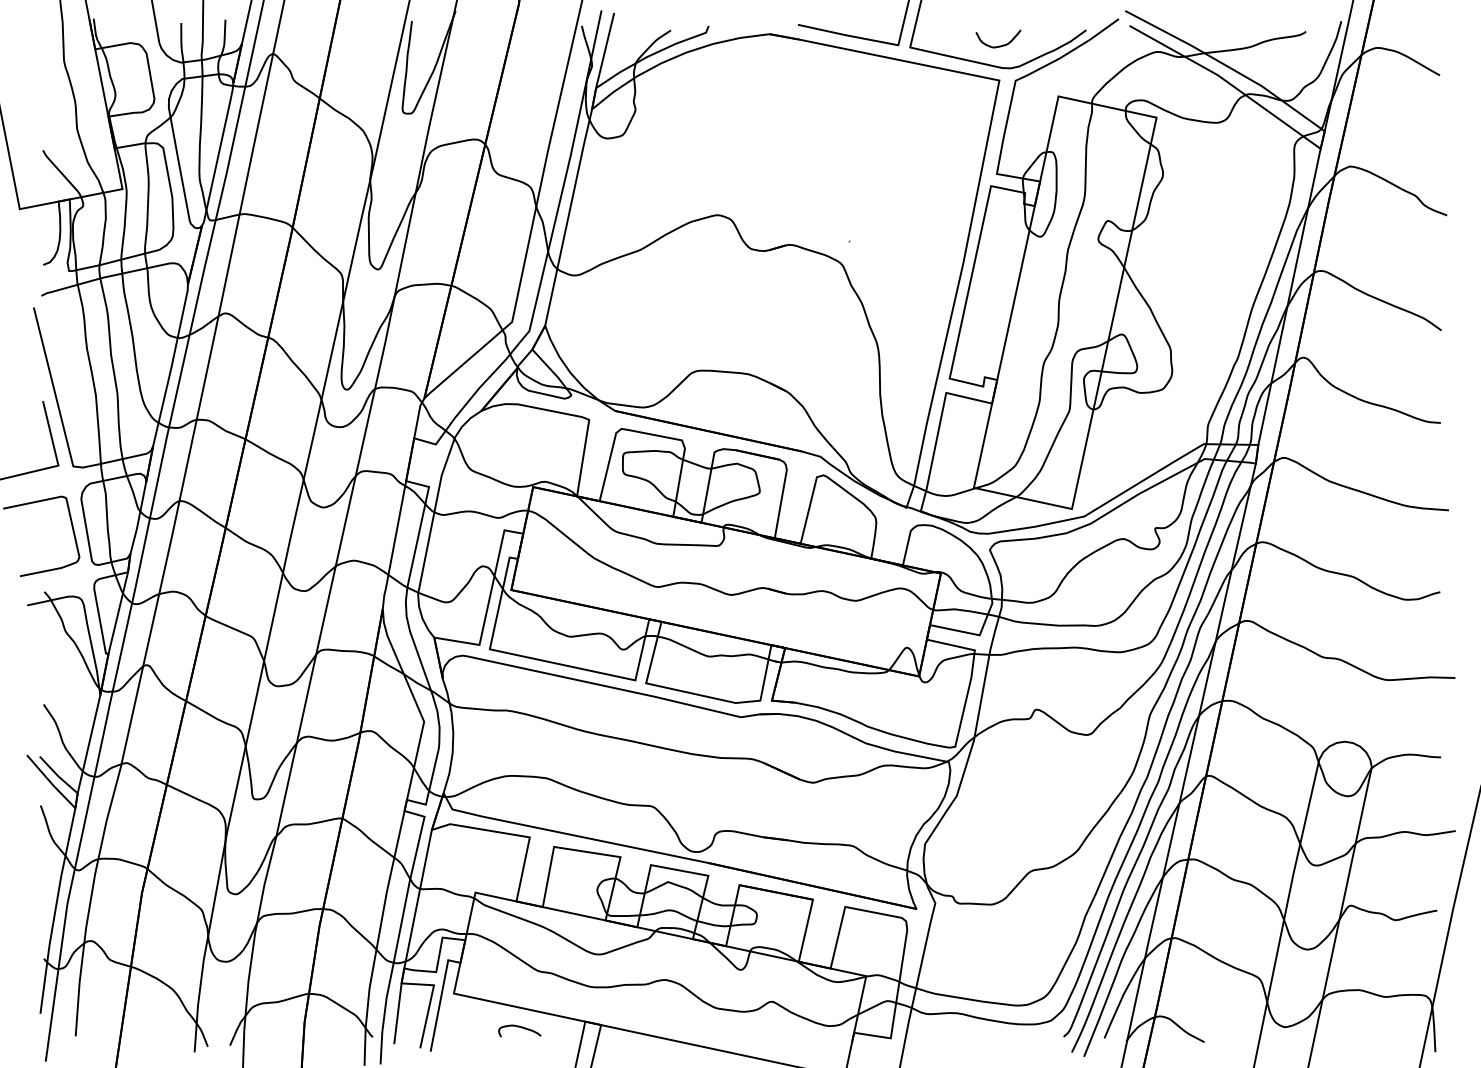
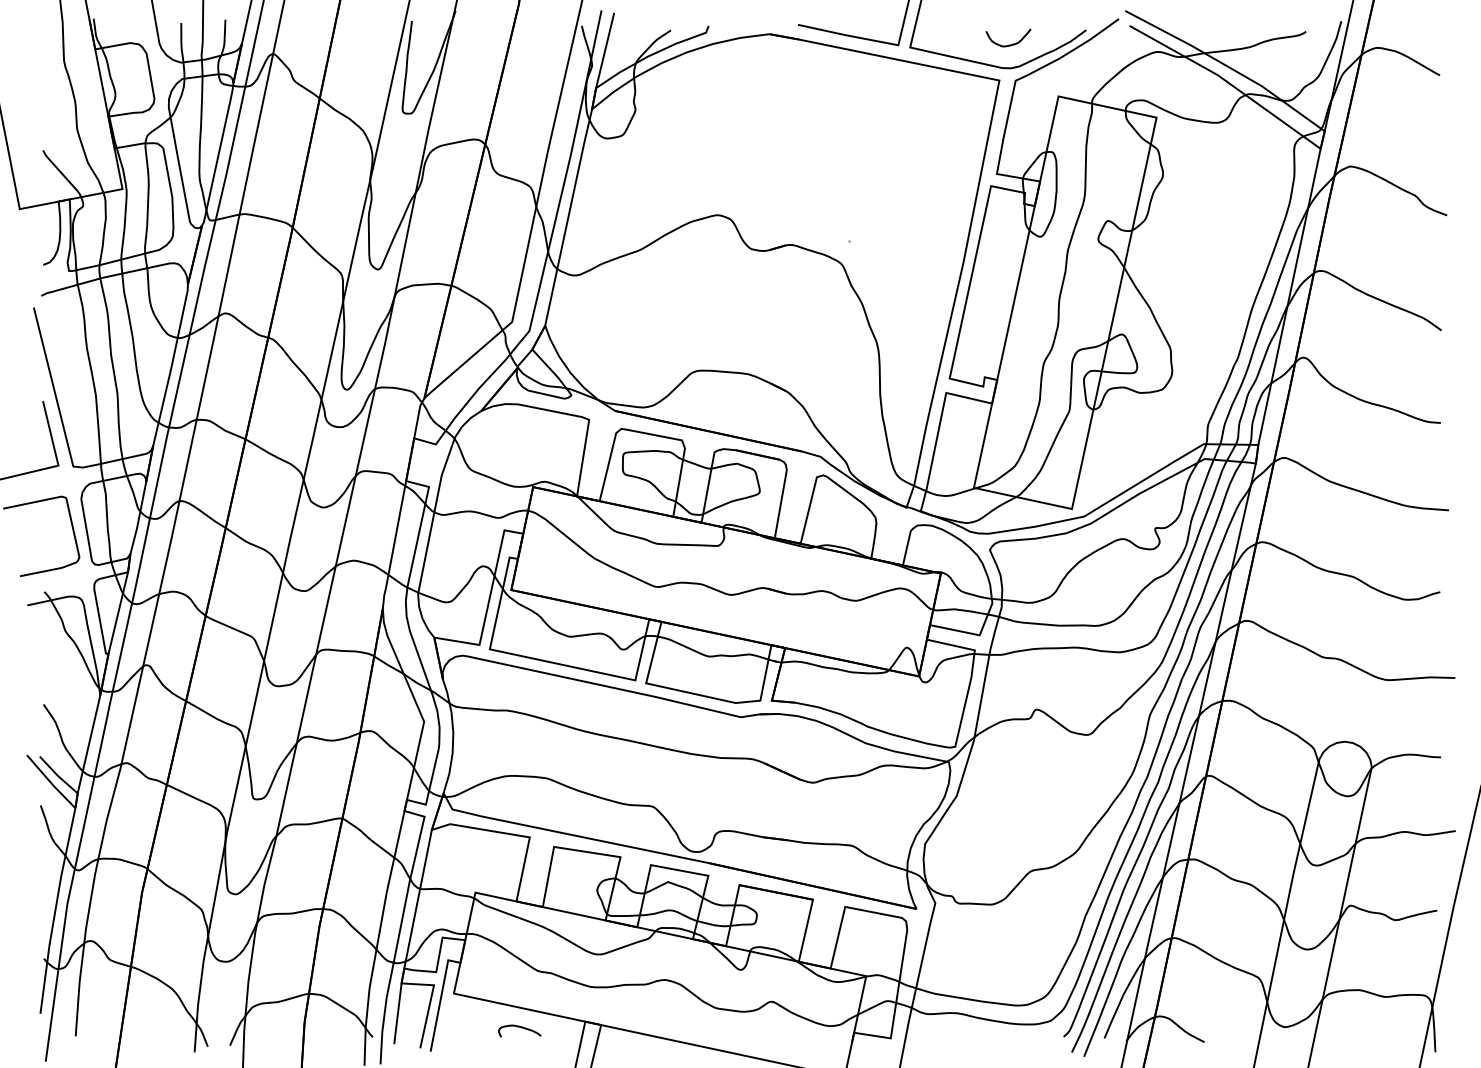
curve at (998, 45) position: (998, 45) -> (1008, 44)
